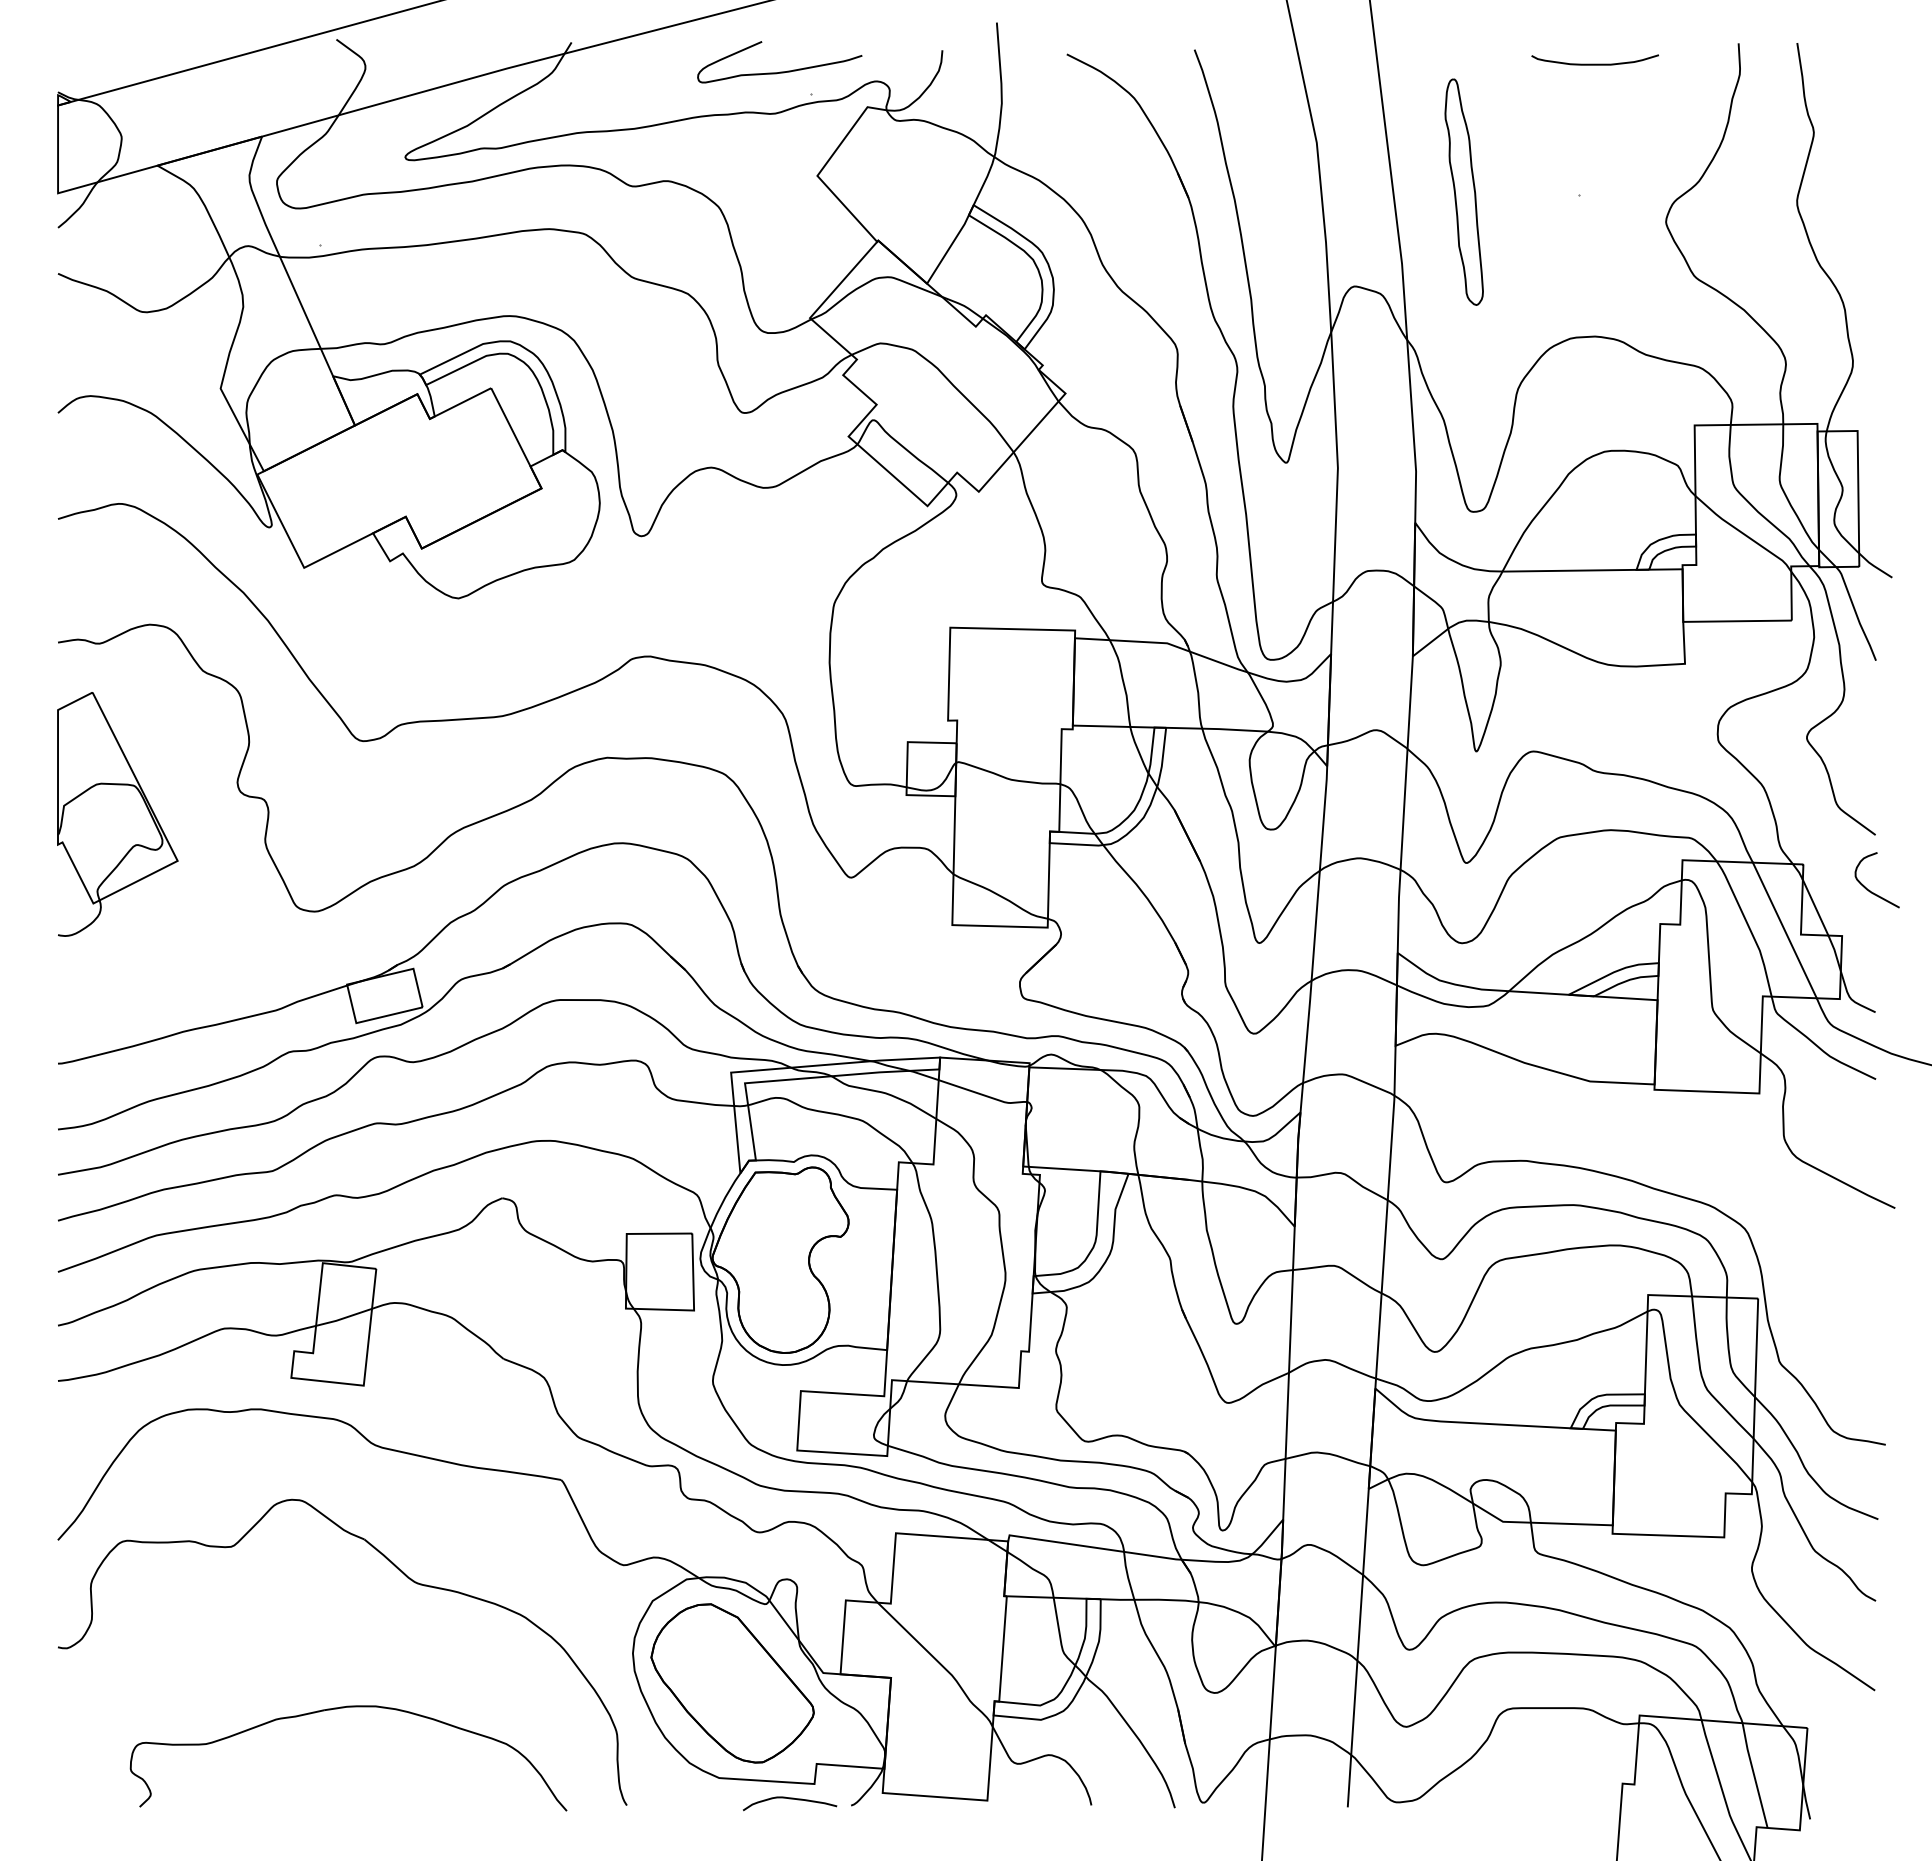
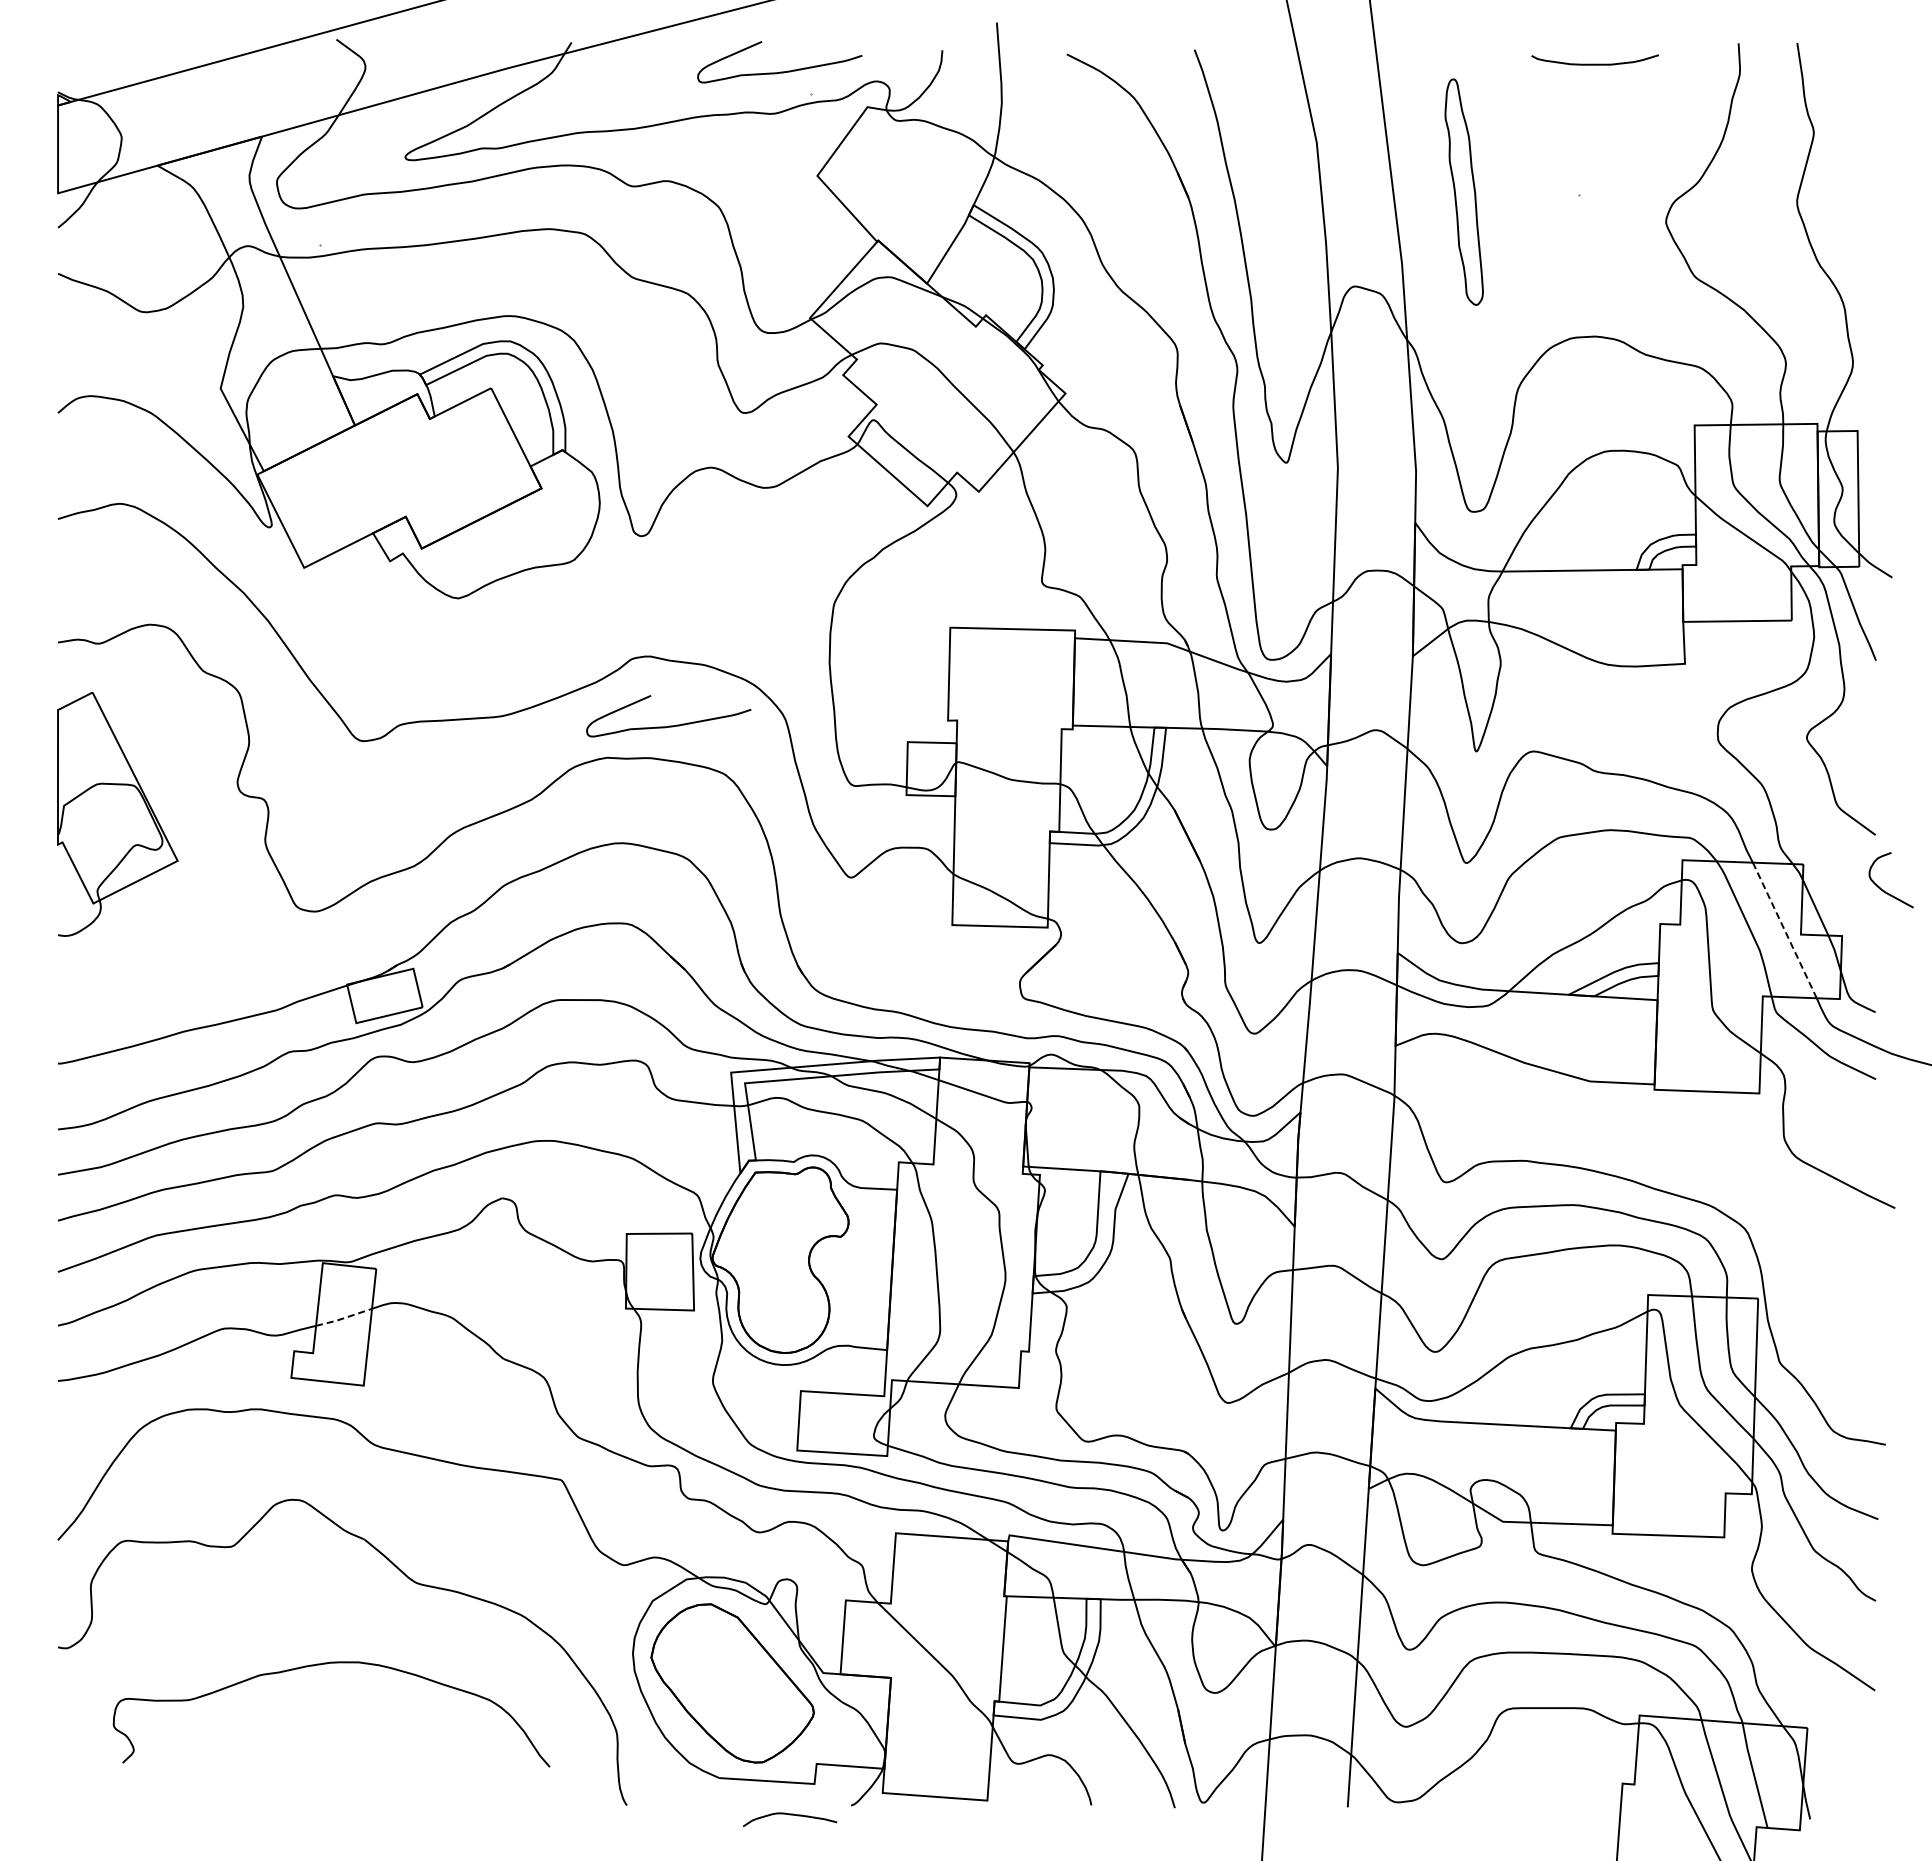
curve at (668, 725): none -> present
curve at (1869, 889) position: (1869, 889) -> (1883, 889)
line at (1784, 930): solid -> dashed
line at (343, 1318): solid -> dashed
part at (344, 1708) position: (344, 1708) -> (327, 1664)
curve at (790, 1799) position: (790, 1799) -> (790, 1815)
